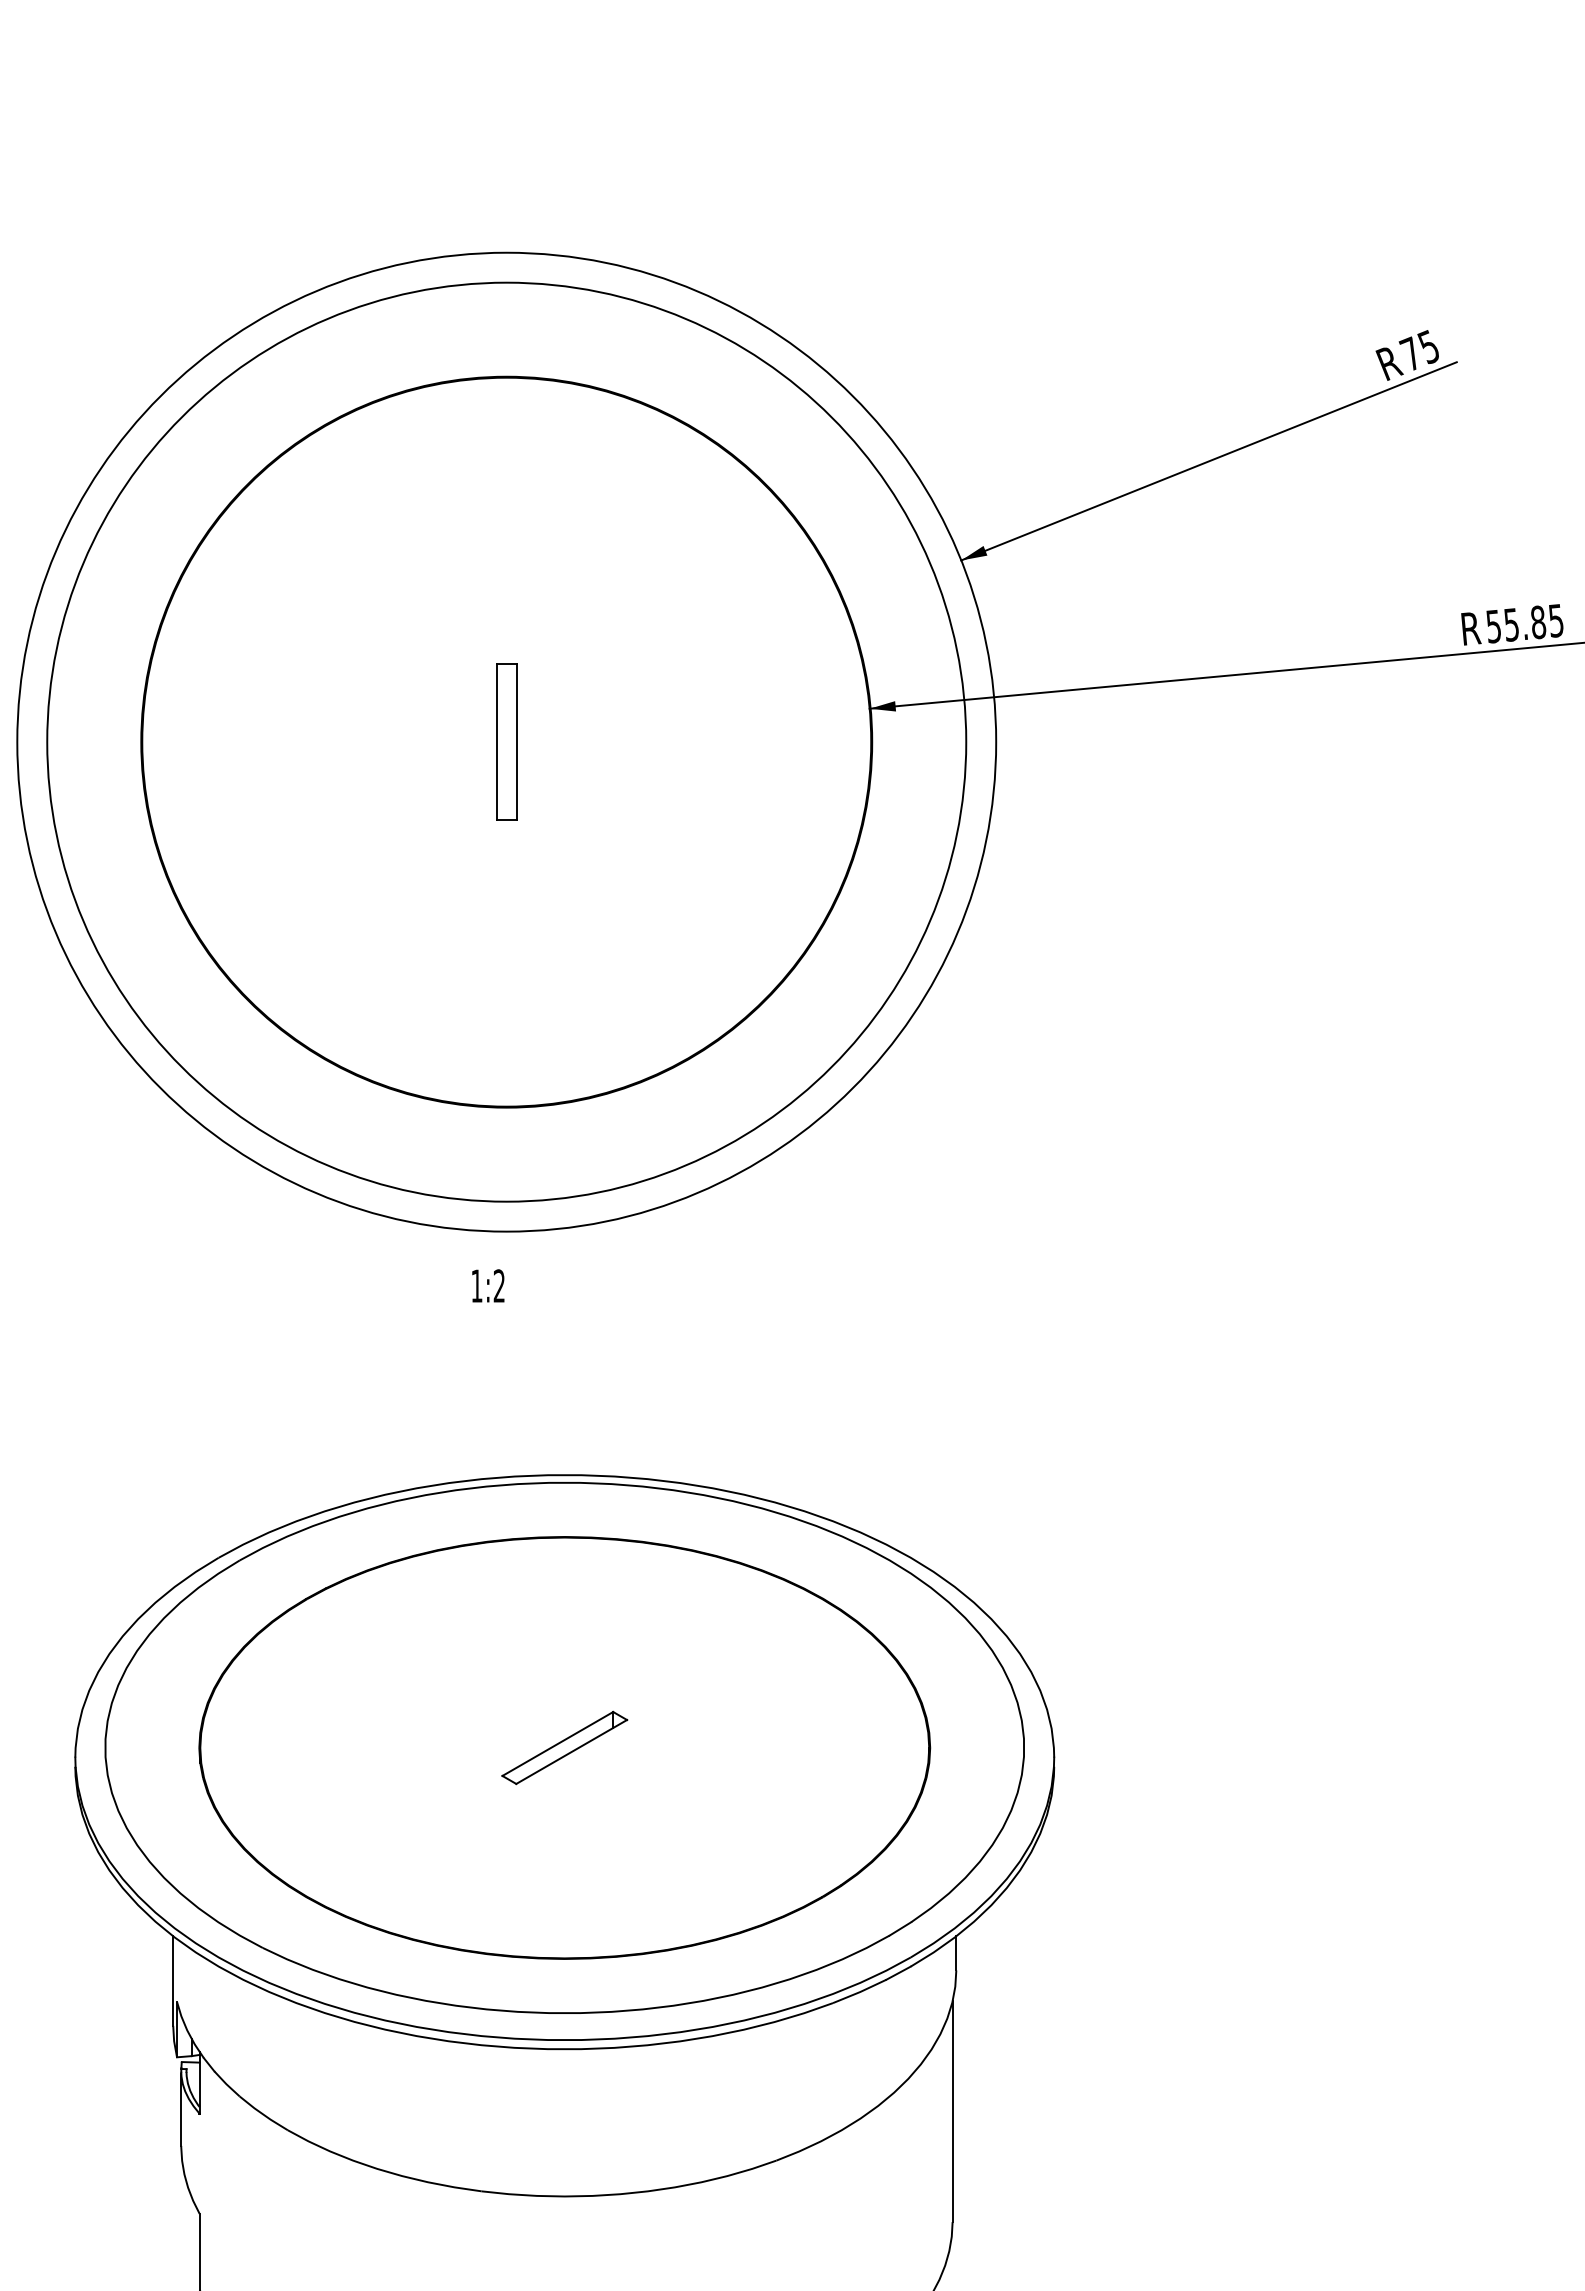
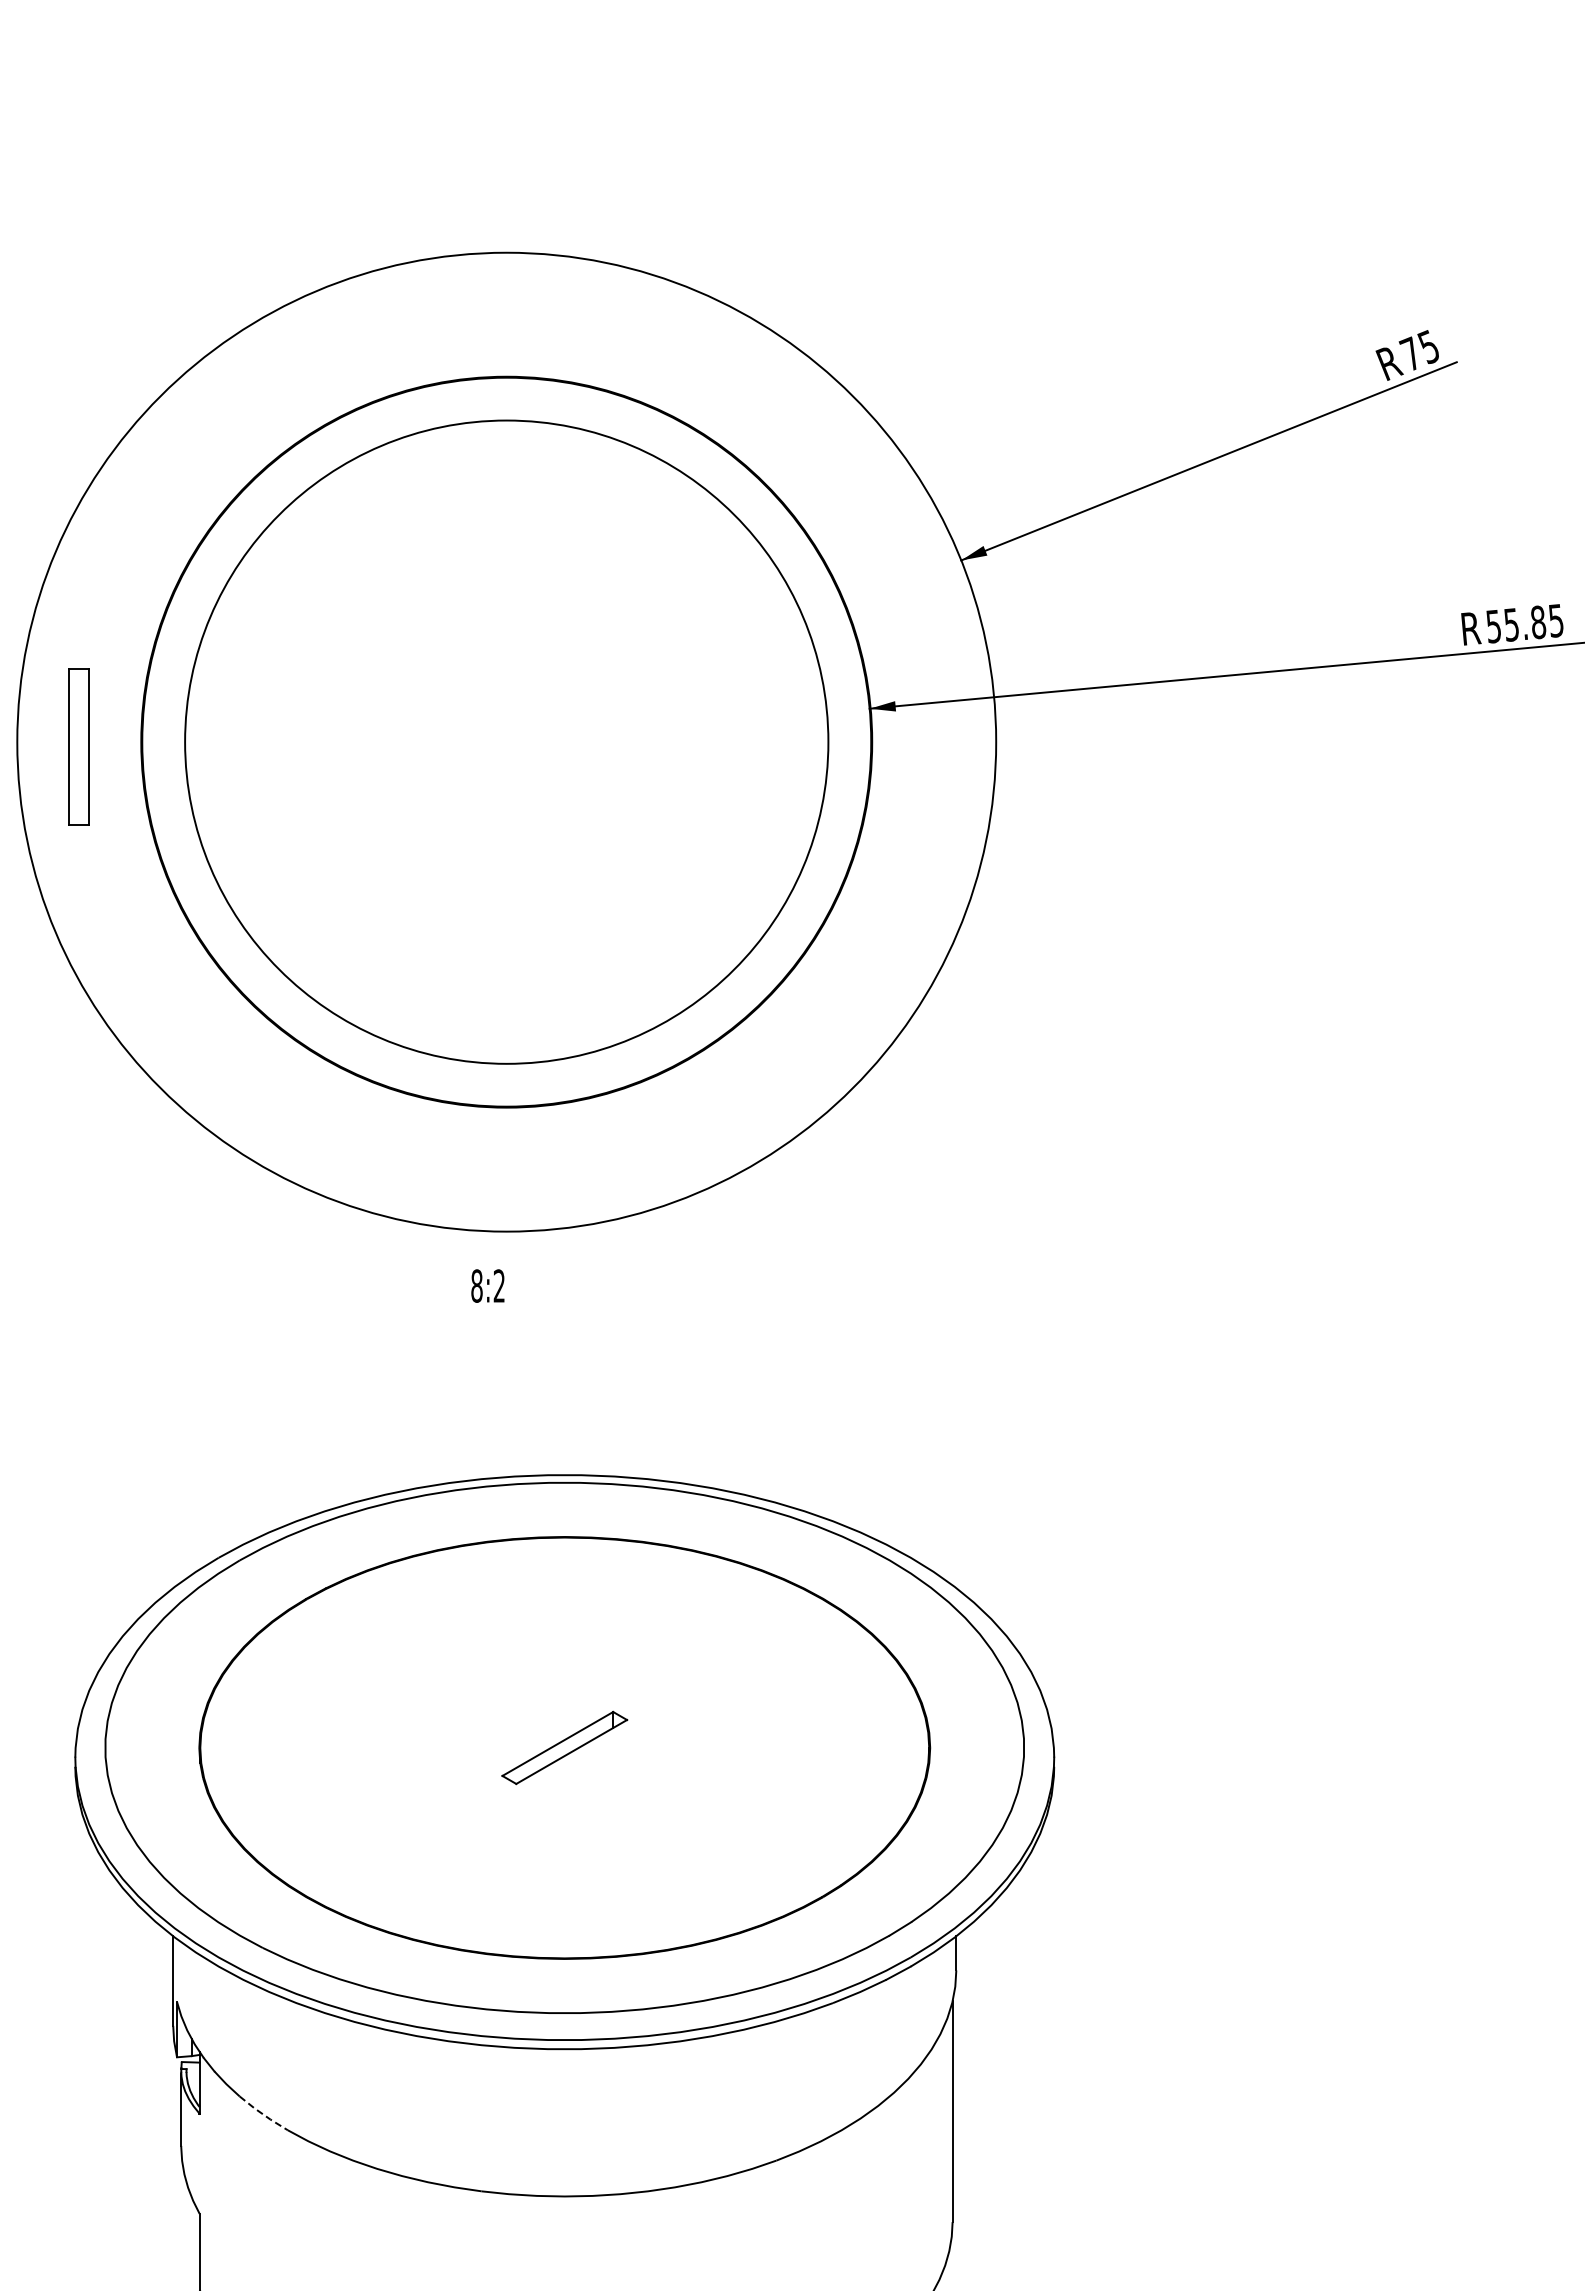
circle at (506, 741) diameter: 919 px -> 643 px
part at (506, 741) position: (506, 741) -> (78, 746)
text at (476, 1285): 1:2 -> 8:2
line at (263, 2114): solid -> dashed
